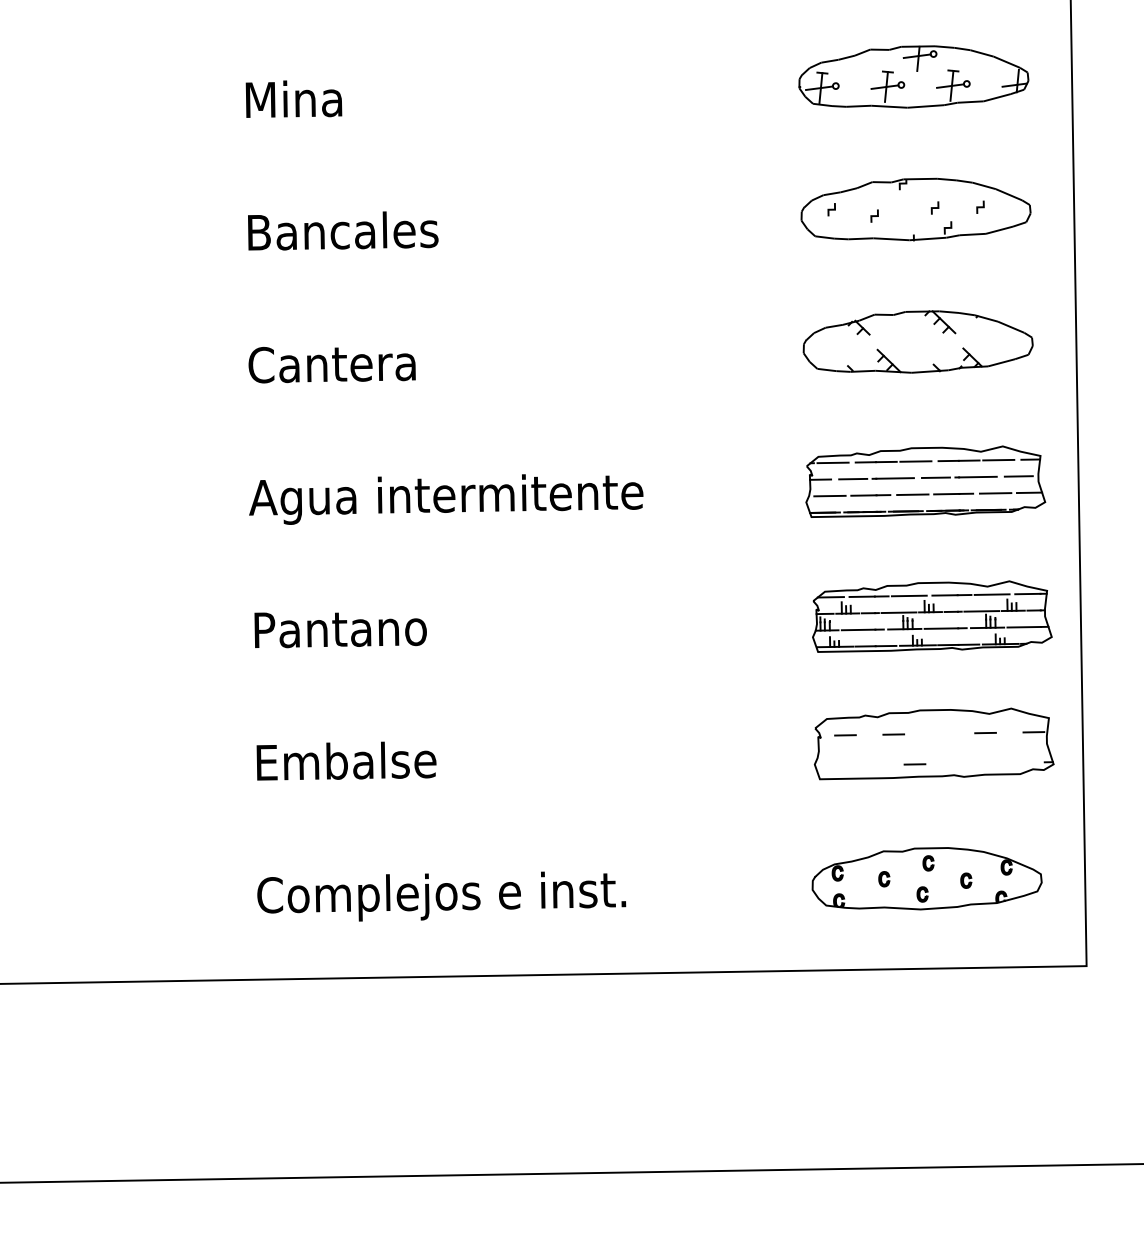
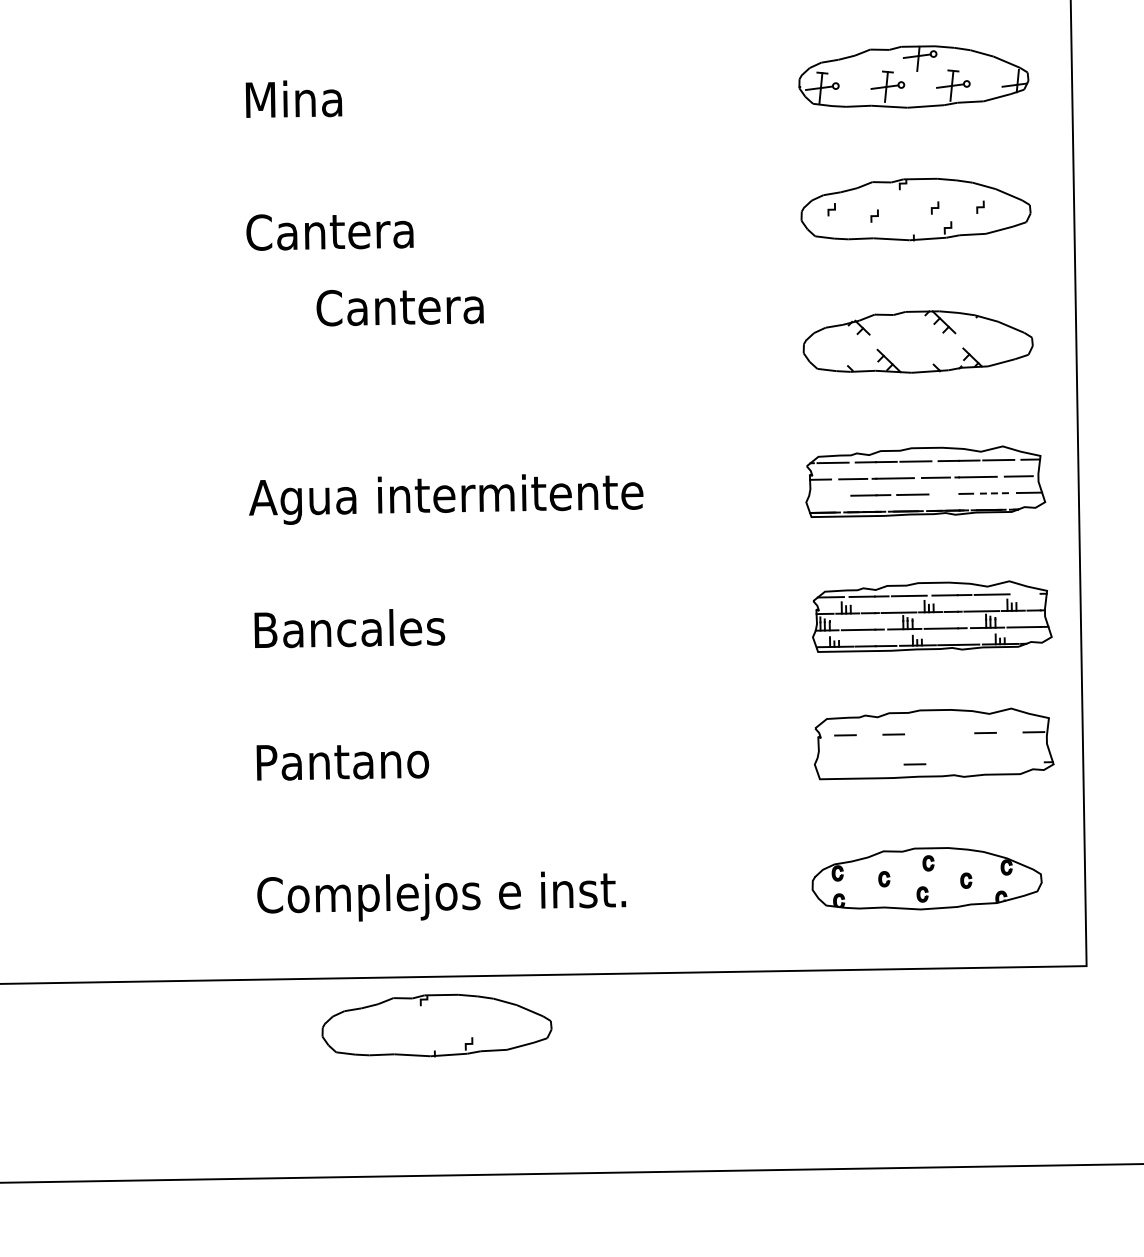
text at (342, 230): Bancales -> Cantera
text at (331, 365) position: (331, 365) -> (399, 308)
line at (946, 493): present -> none
line at (995, 493): solid -> dashed
line at (829, 495): present -> none
line at (1027, 593): present -> none
text at (352, 628): Pantano -> Bancales
text at (348, 760): Embalse -> Pantano
part at (436, 1025): none -> present
